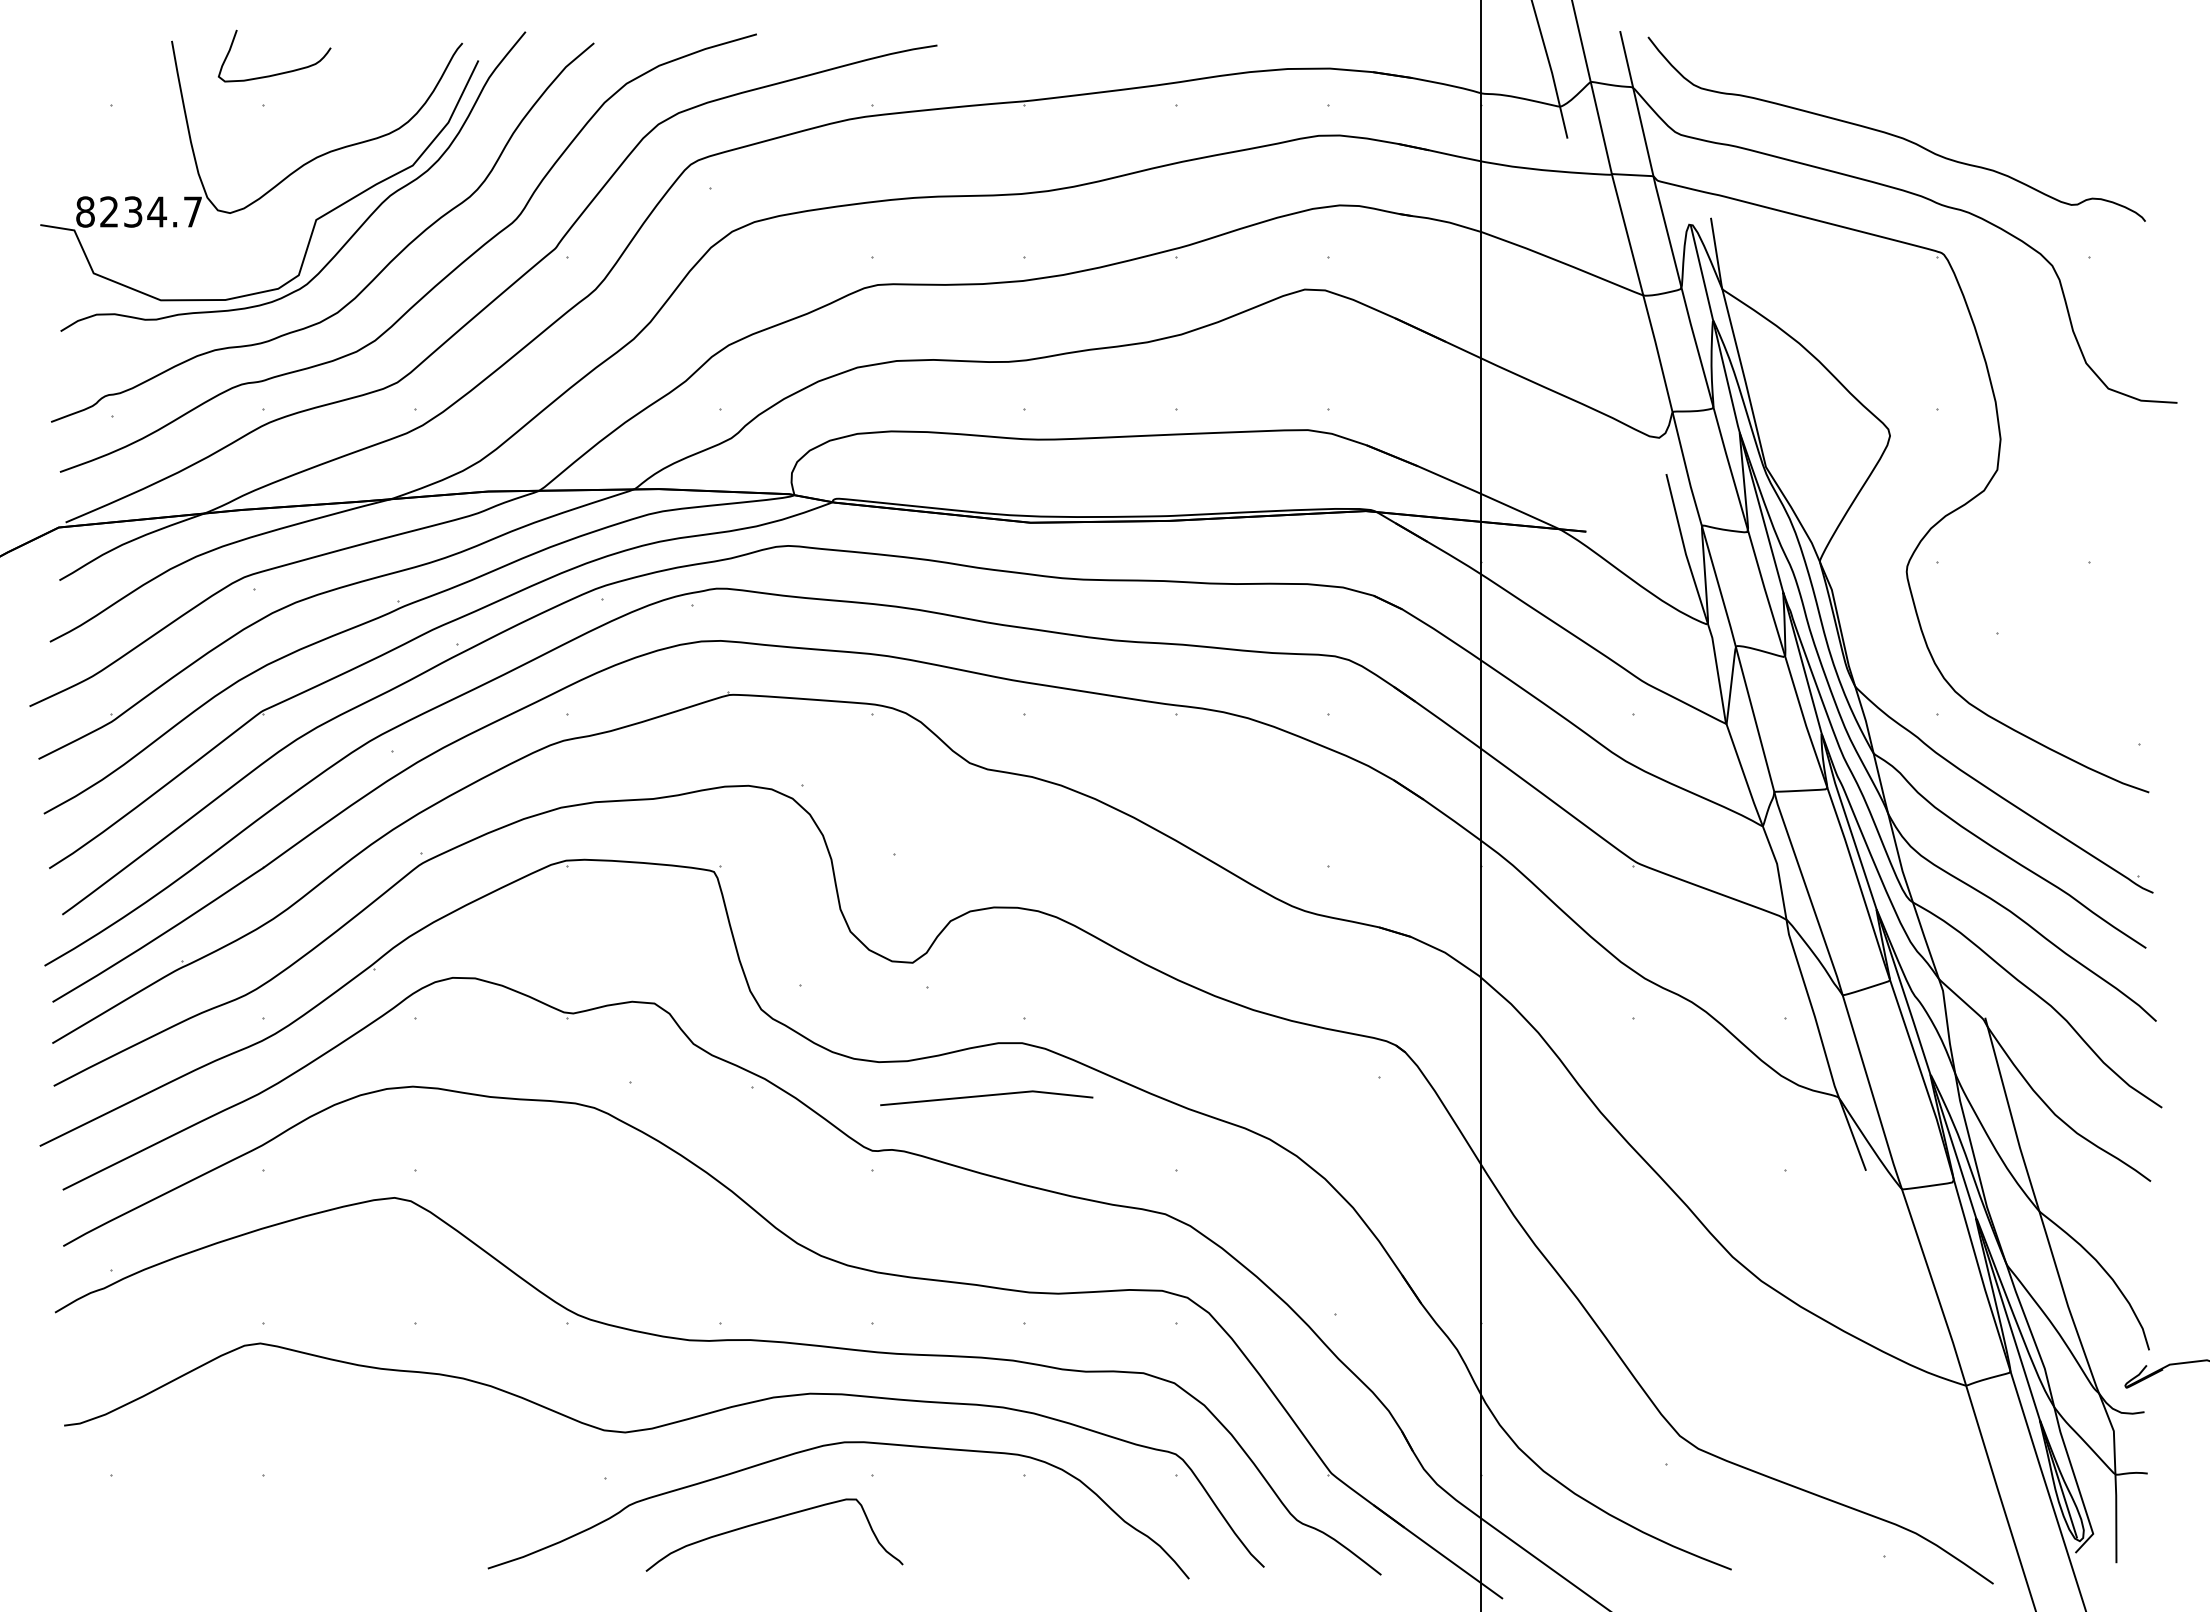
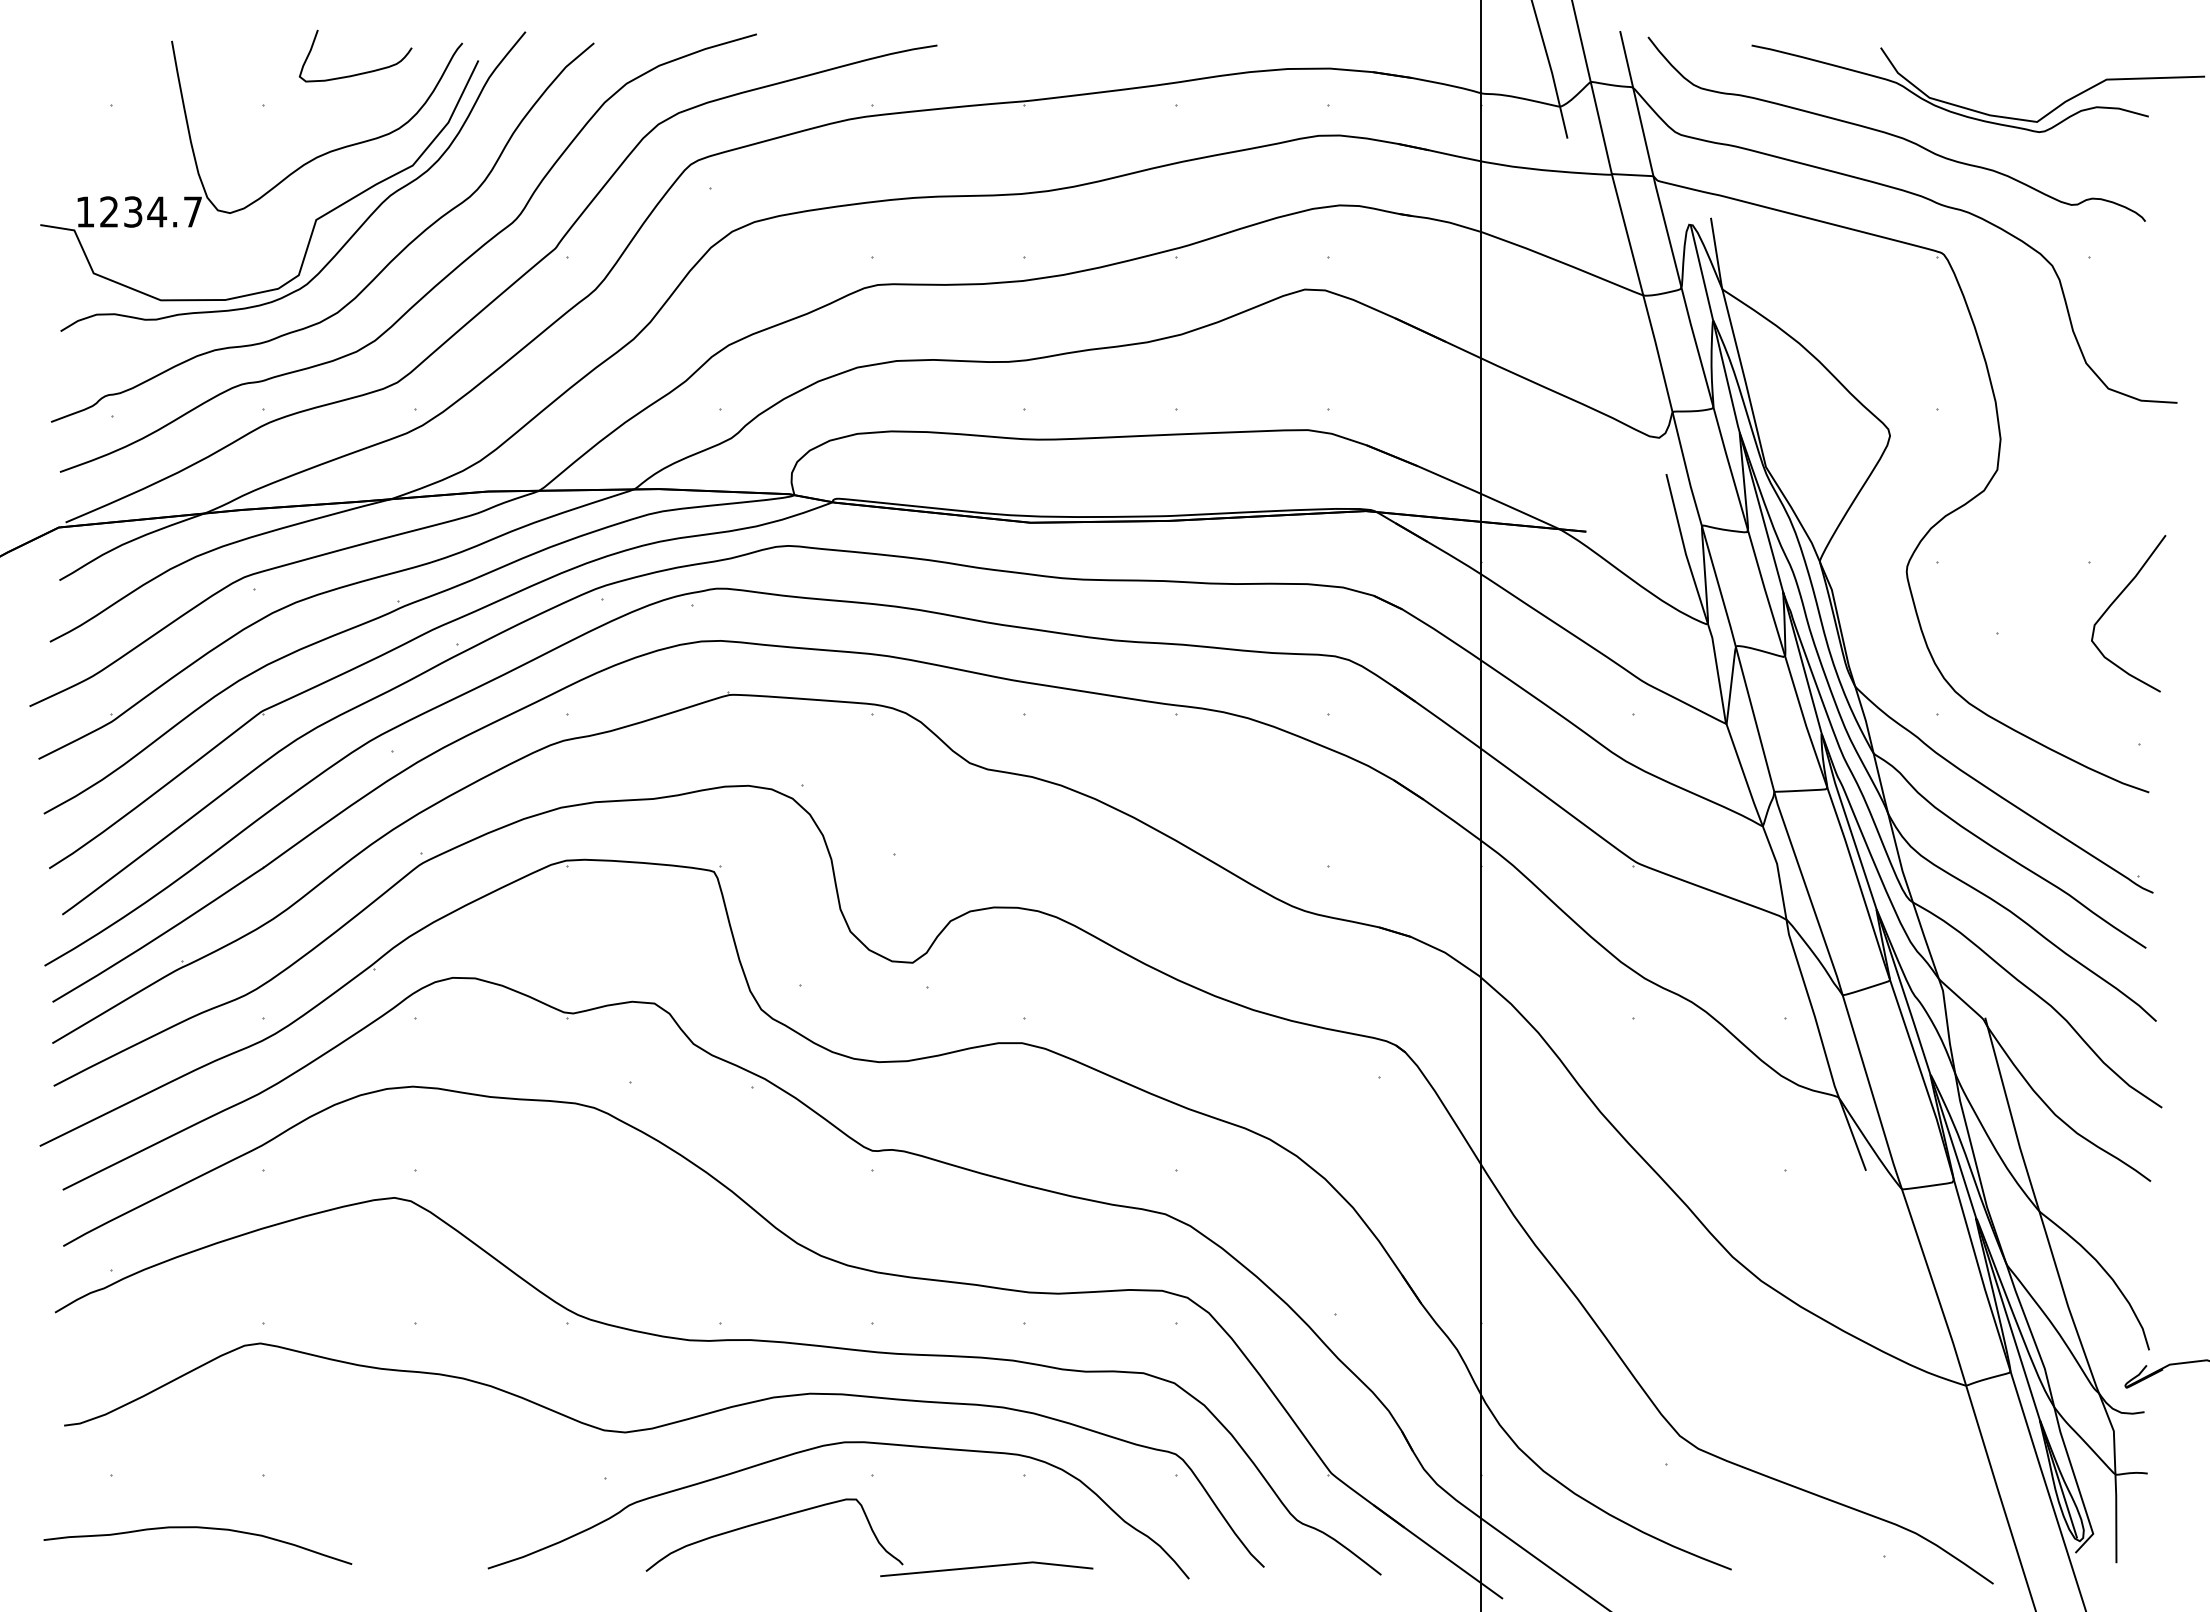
curve at (280, 72) position: (280, 72) -> (361, 72)
part at (1974, 109): none -> present
text at (85, 211): 8234.7 -> 1234.7
curve at (2116, 600): none -> present
line at (986, 1096) position: (986, 1096) -> (986, 1567)
curve at (197, 1528): none -> present
